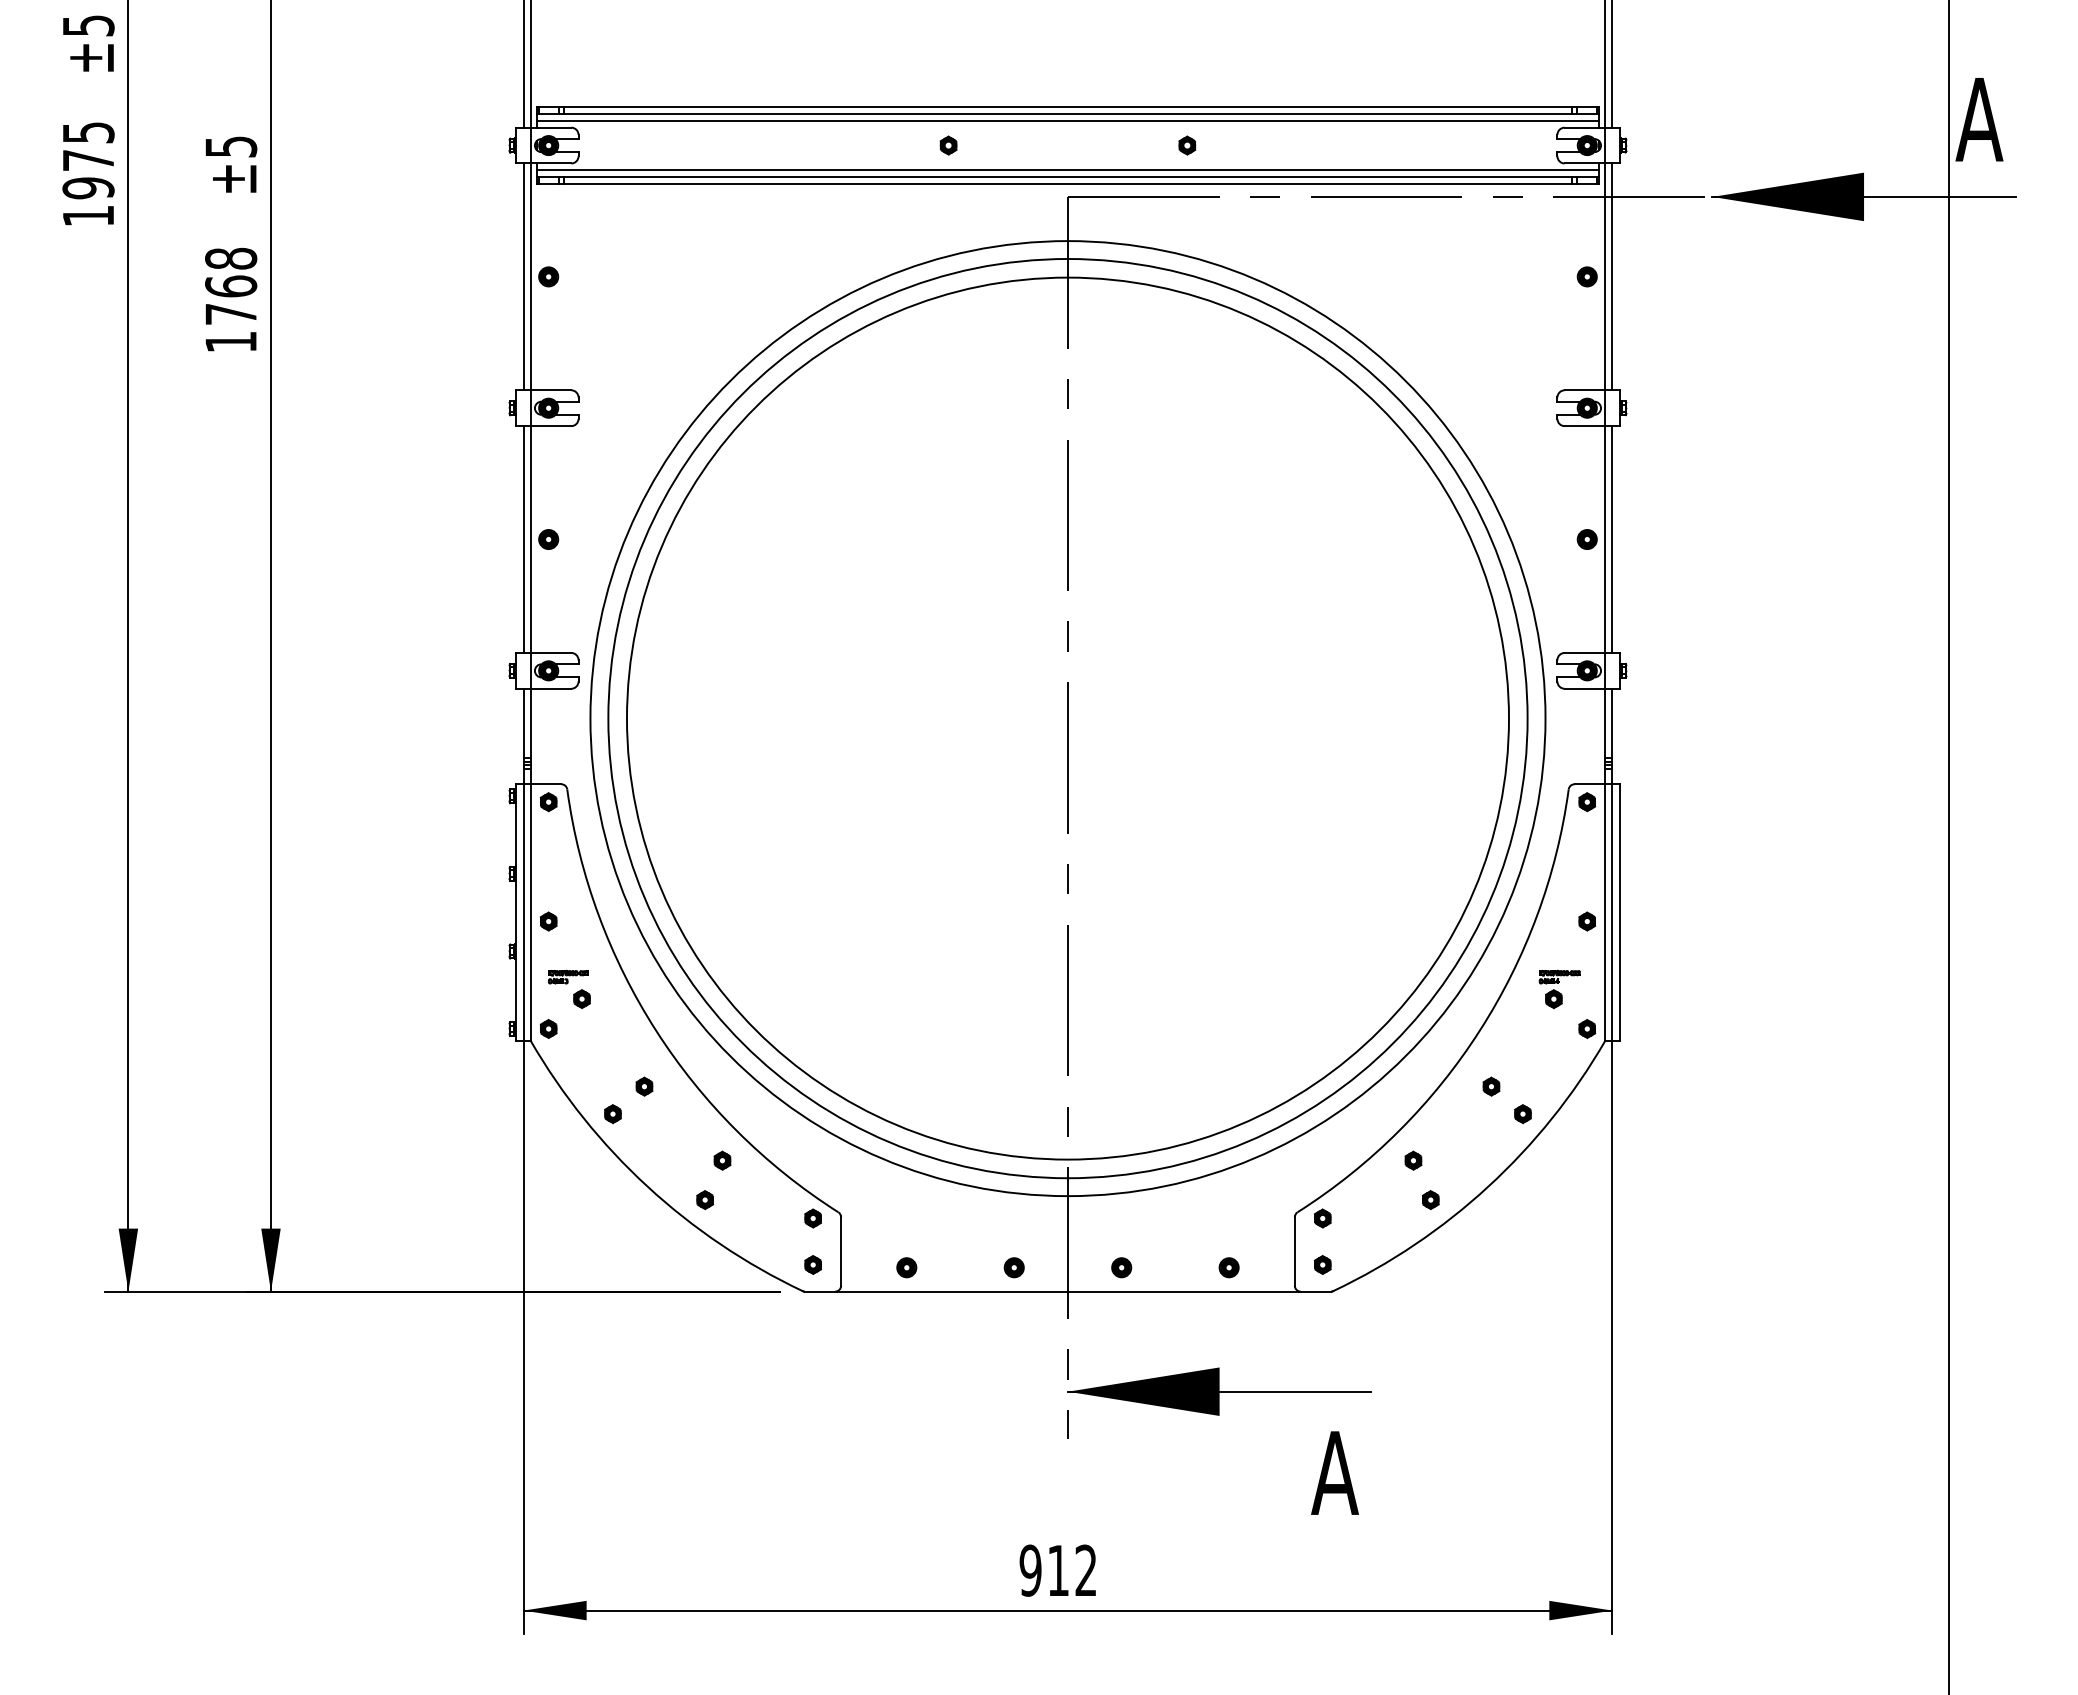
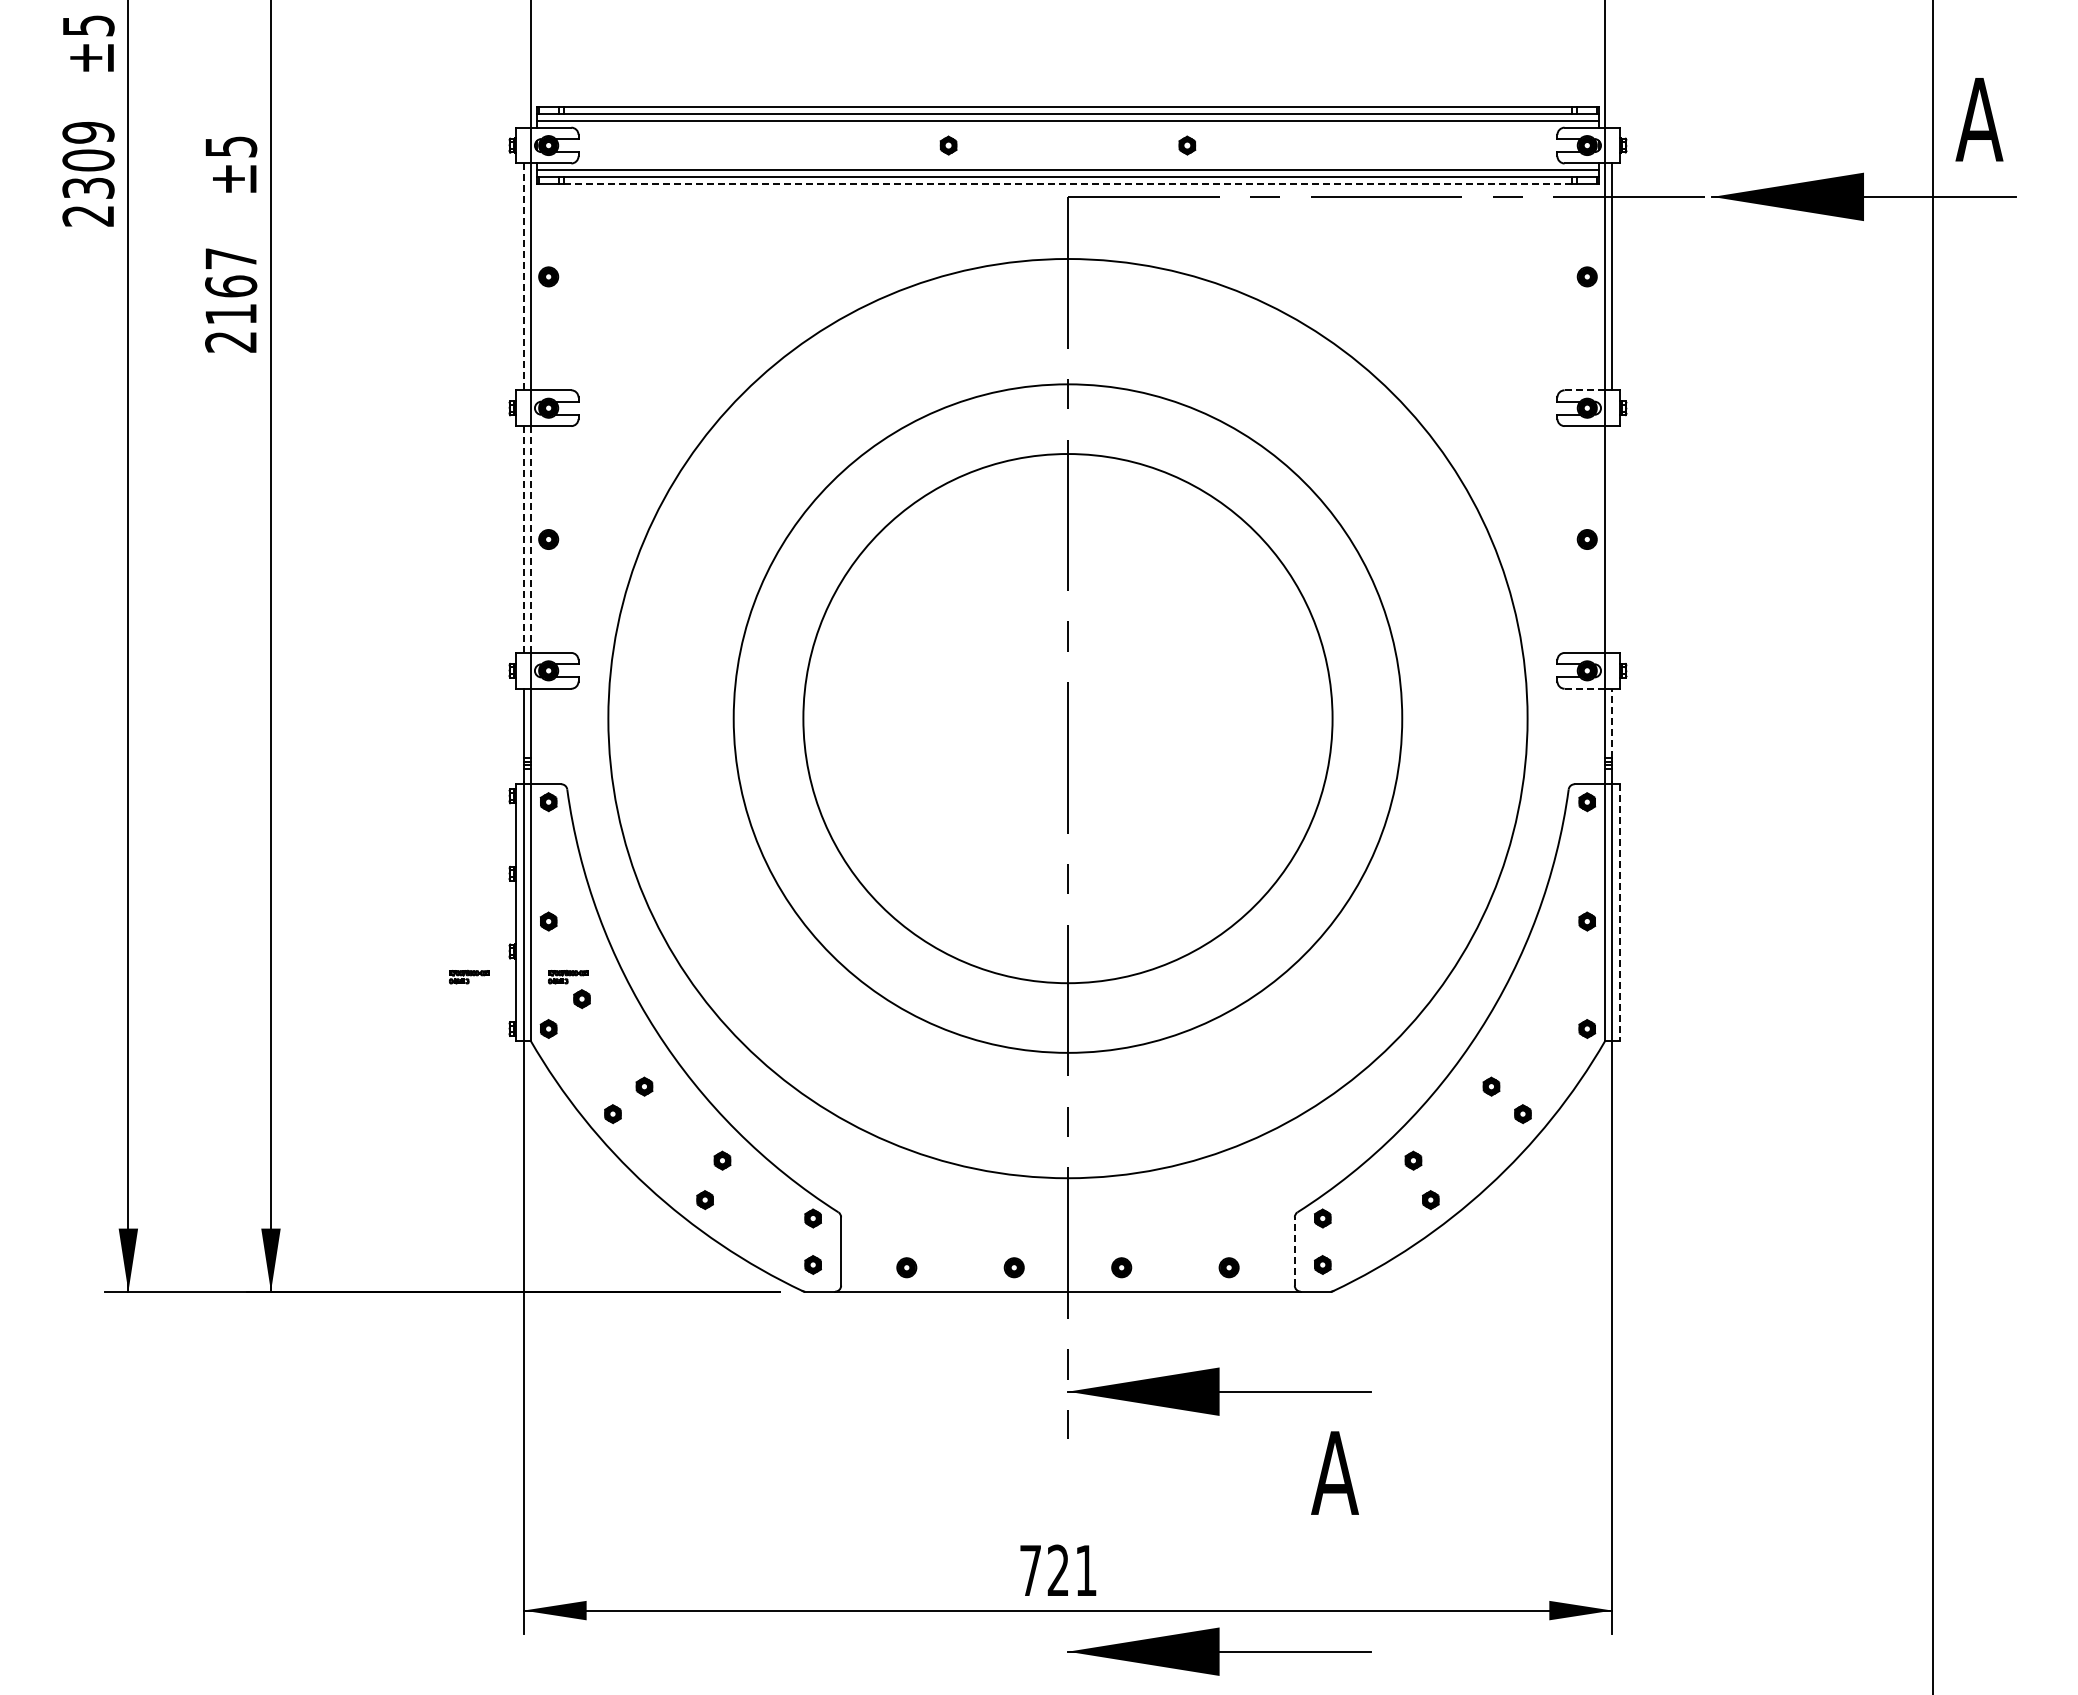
line at (523, 64): present -> none
line at (1612, 64): present -> none
text at (88, 174): 1975 -> 2309
line at (1067, 184): solid -> dashed
line at (523, 277): solid -> dashed
text at (231, 299): 1768 -> 2167
line at (1584, 390): solid -> dashed
line at (1612, 539): present -> none
line at (523, 540): solid -> dashed
line at (530, 540): solid -> dashed
line at (1584, 688): solid -> dashed
circle at (1067, 718) diameter: 882 px -> 529 px
circle at (1067, 718) diameter: 955 px -> 669 px
line at (1612, 723): solid -> dashed
line at (1948, 846) position: (1948, 846) -> (1932, 846)
line at (1619, 913): solid -> dashed
part at (469, 976): none -> present
part at (1559, 989): present -> none
line at (1294, 1251): solid -> dashed
text at (1057, 1570): 912 -> 721
part at (1219, 1651): none -> present
